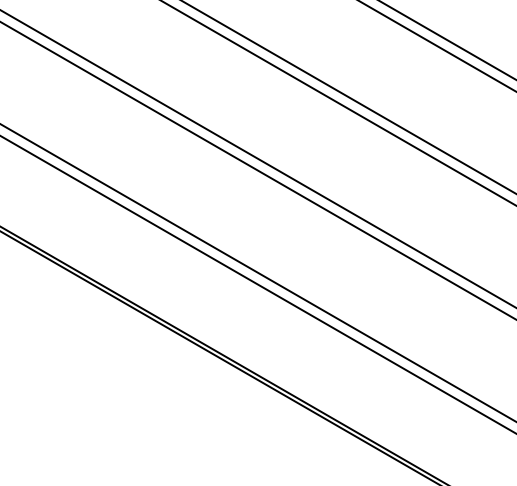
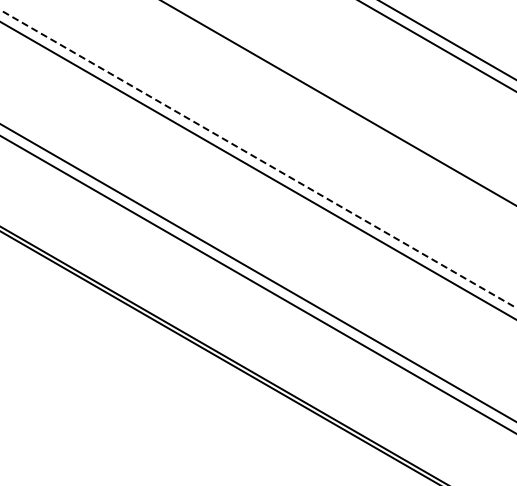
line at (348, 97): present -> none
line at (258, 159): solid -> dashed
